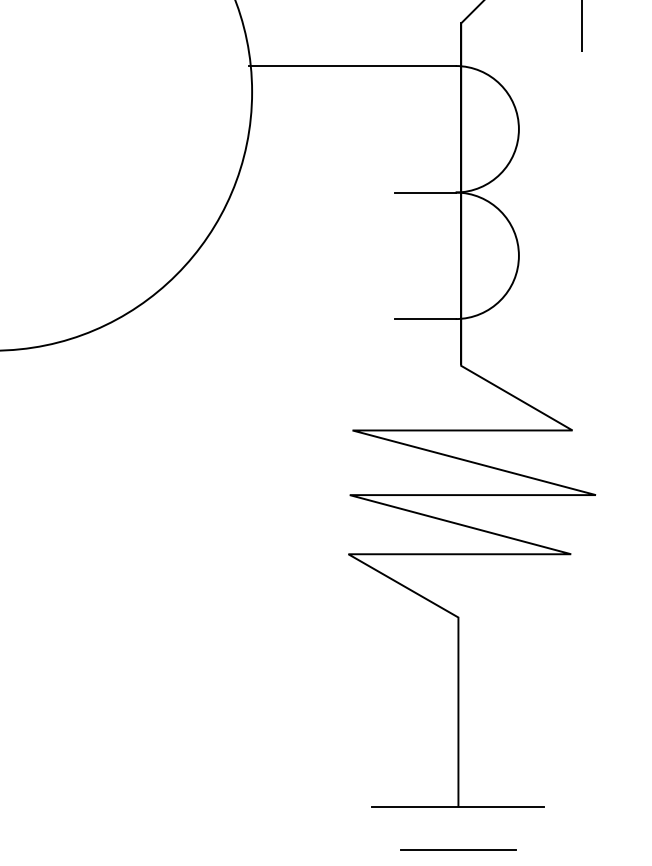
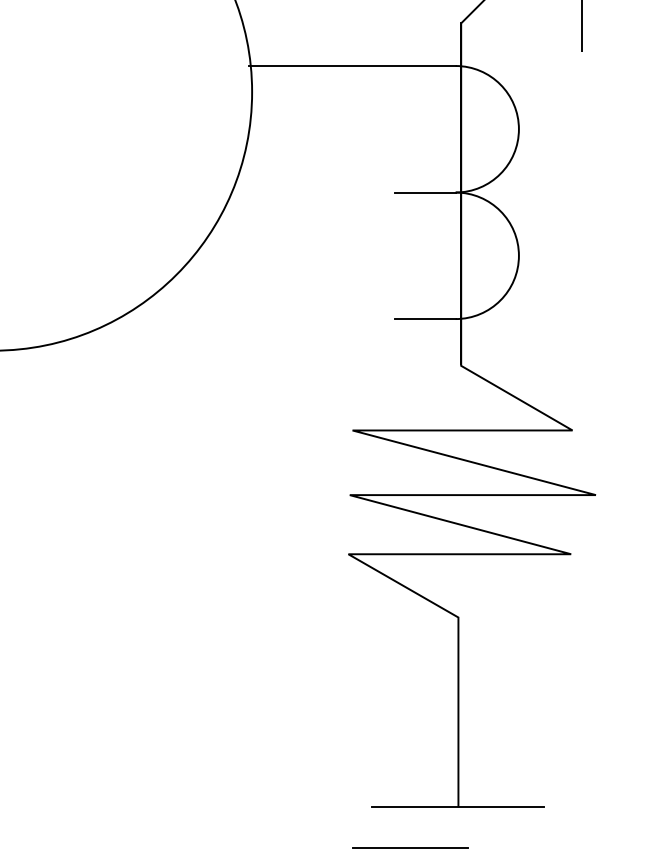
line at (458, 849) position: (458, 849) -> (410, 847)
